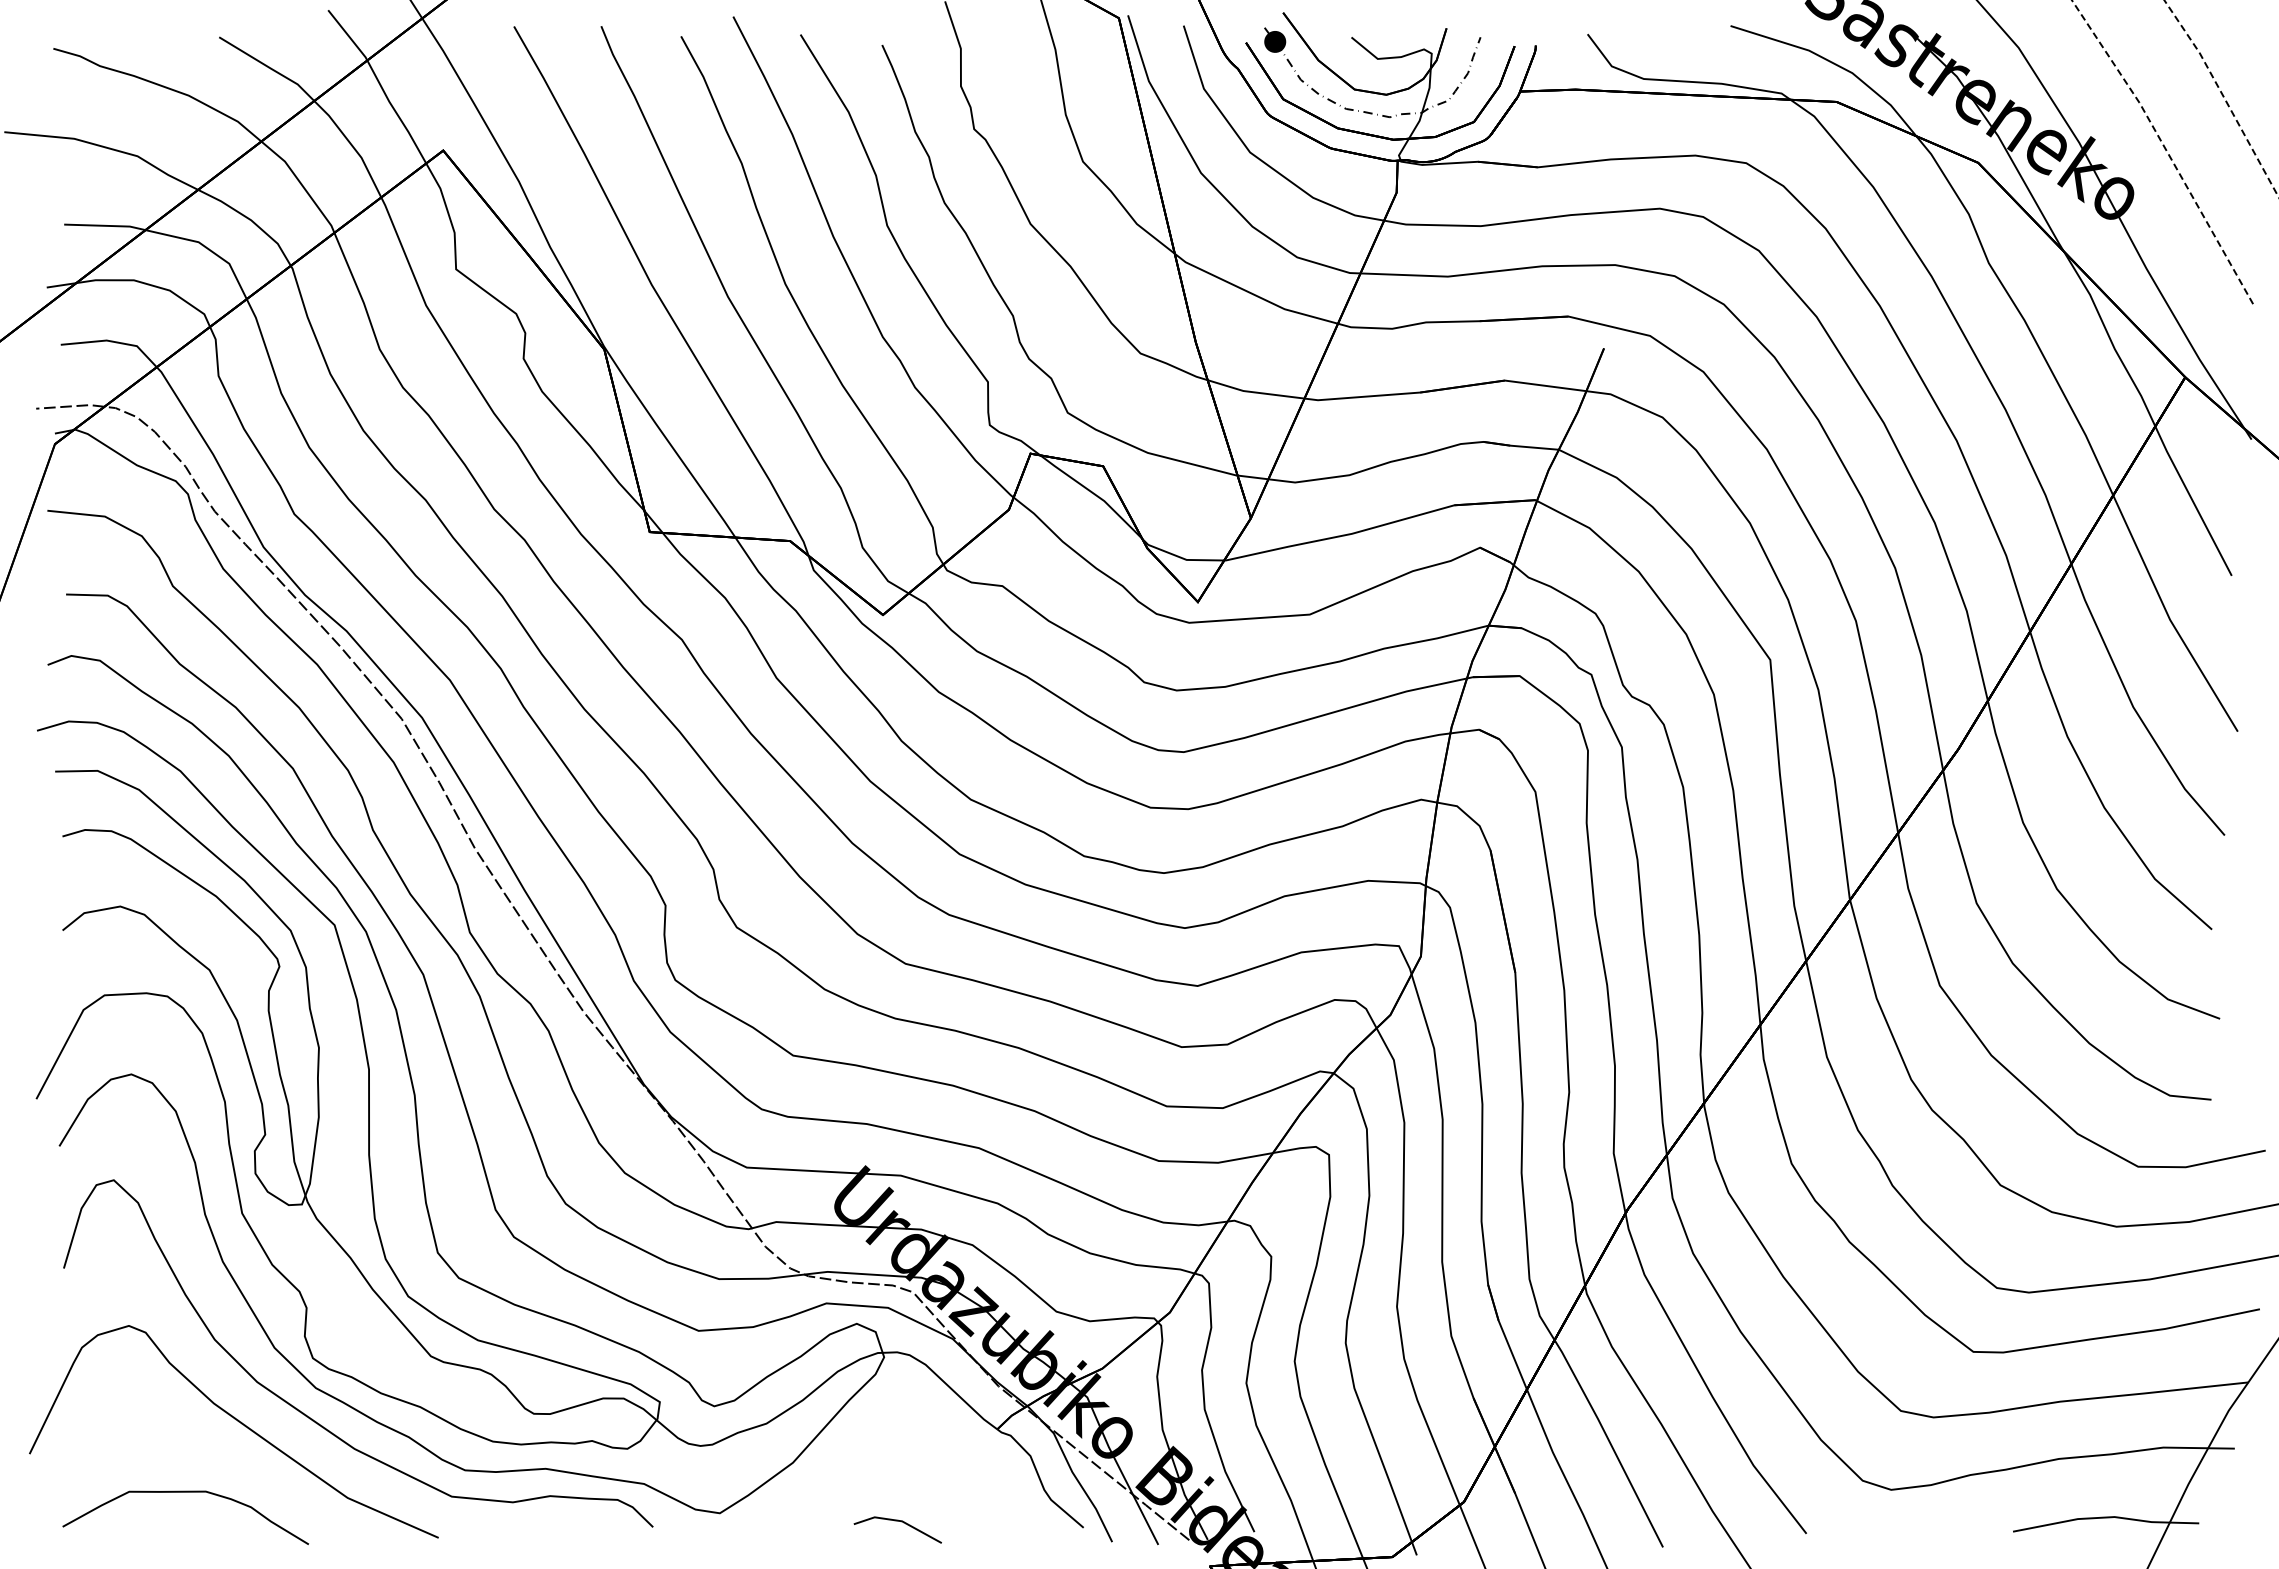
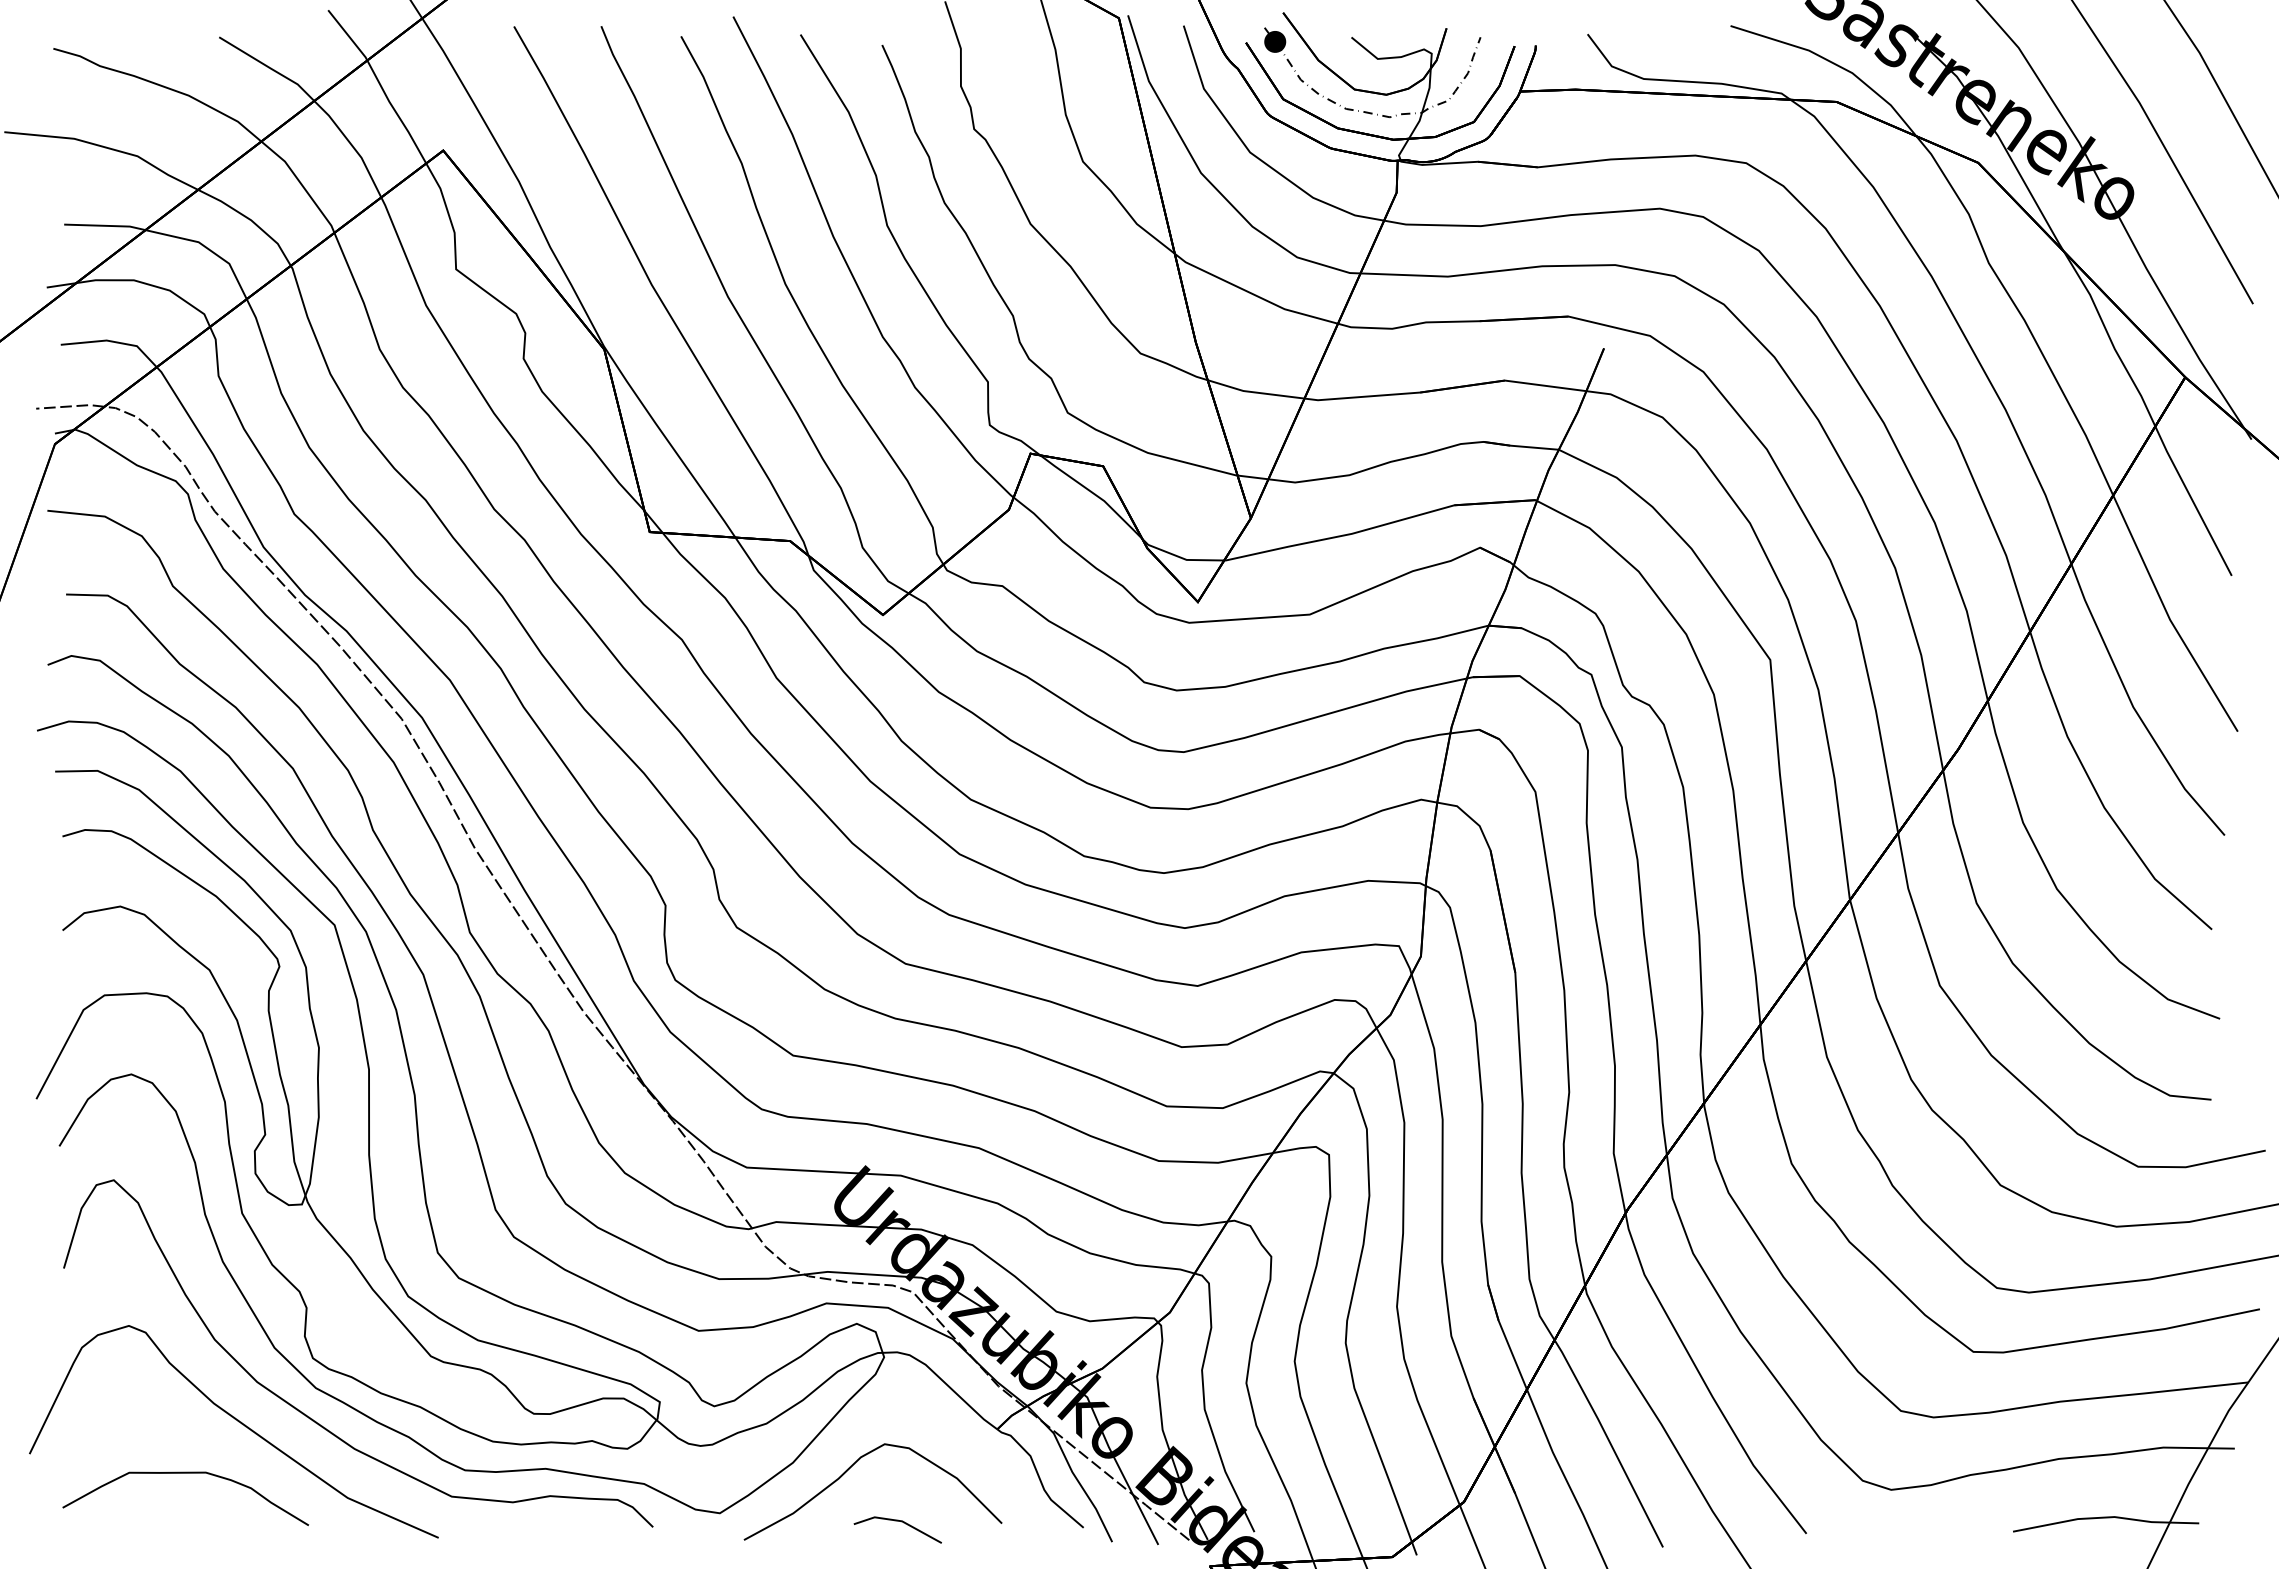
line at (2223, 96): dashed -> solid
line at (2165, 149): dashed -> solid
curve at (850, 1468): none -> present
curve at (185, 1492) position: (185, 1492) -> (185, 1473)
